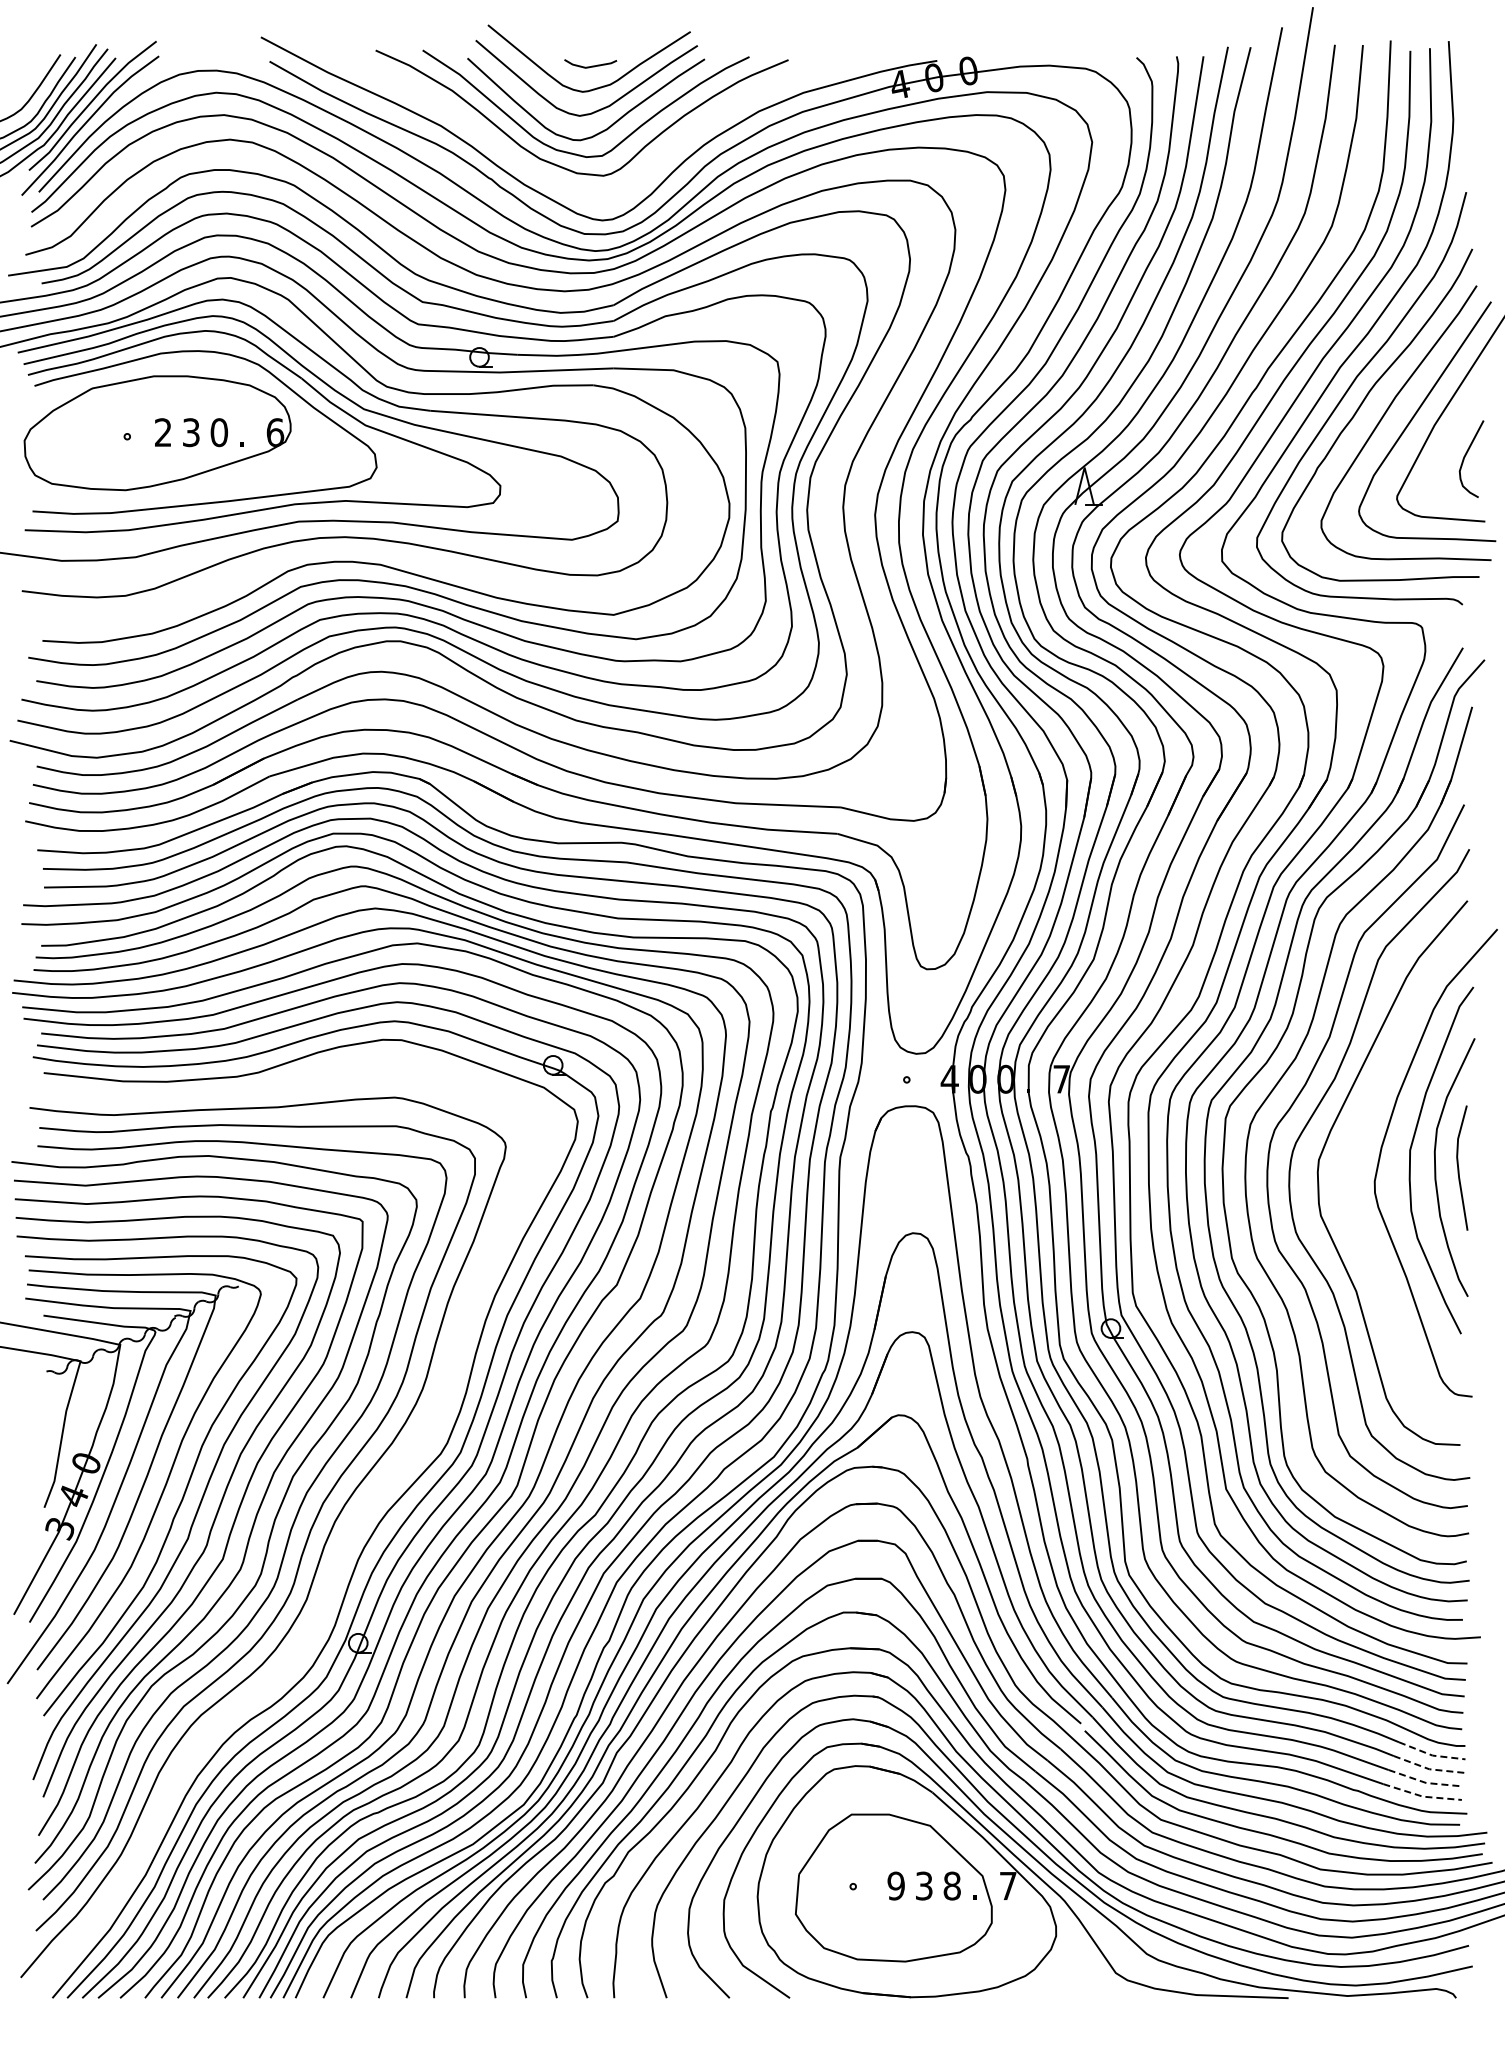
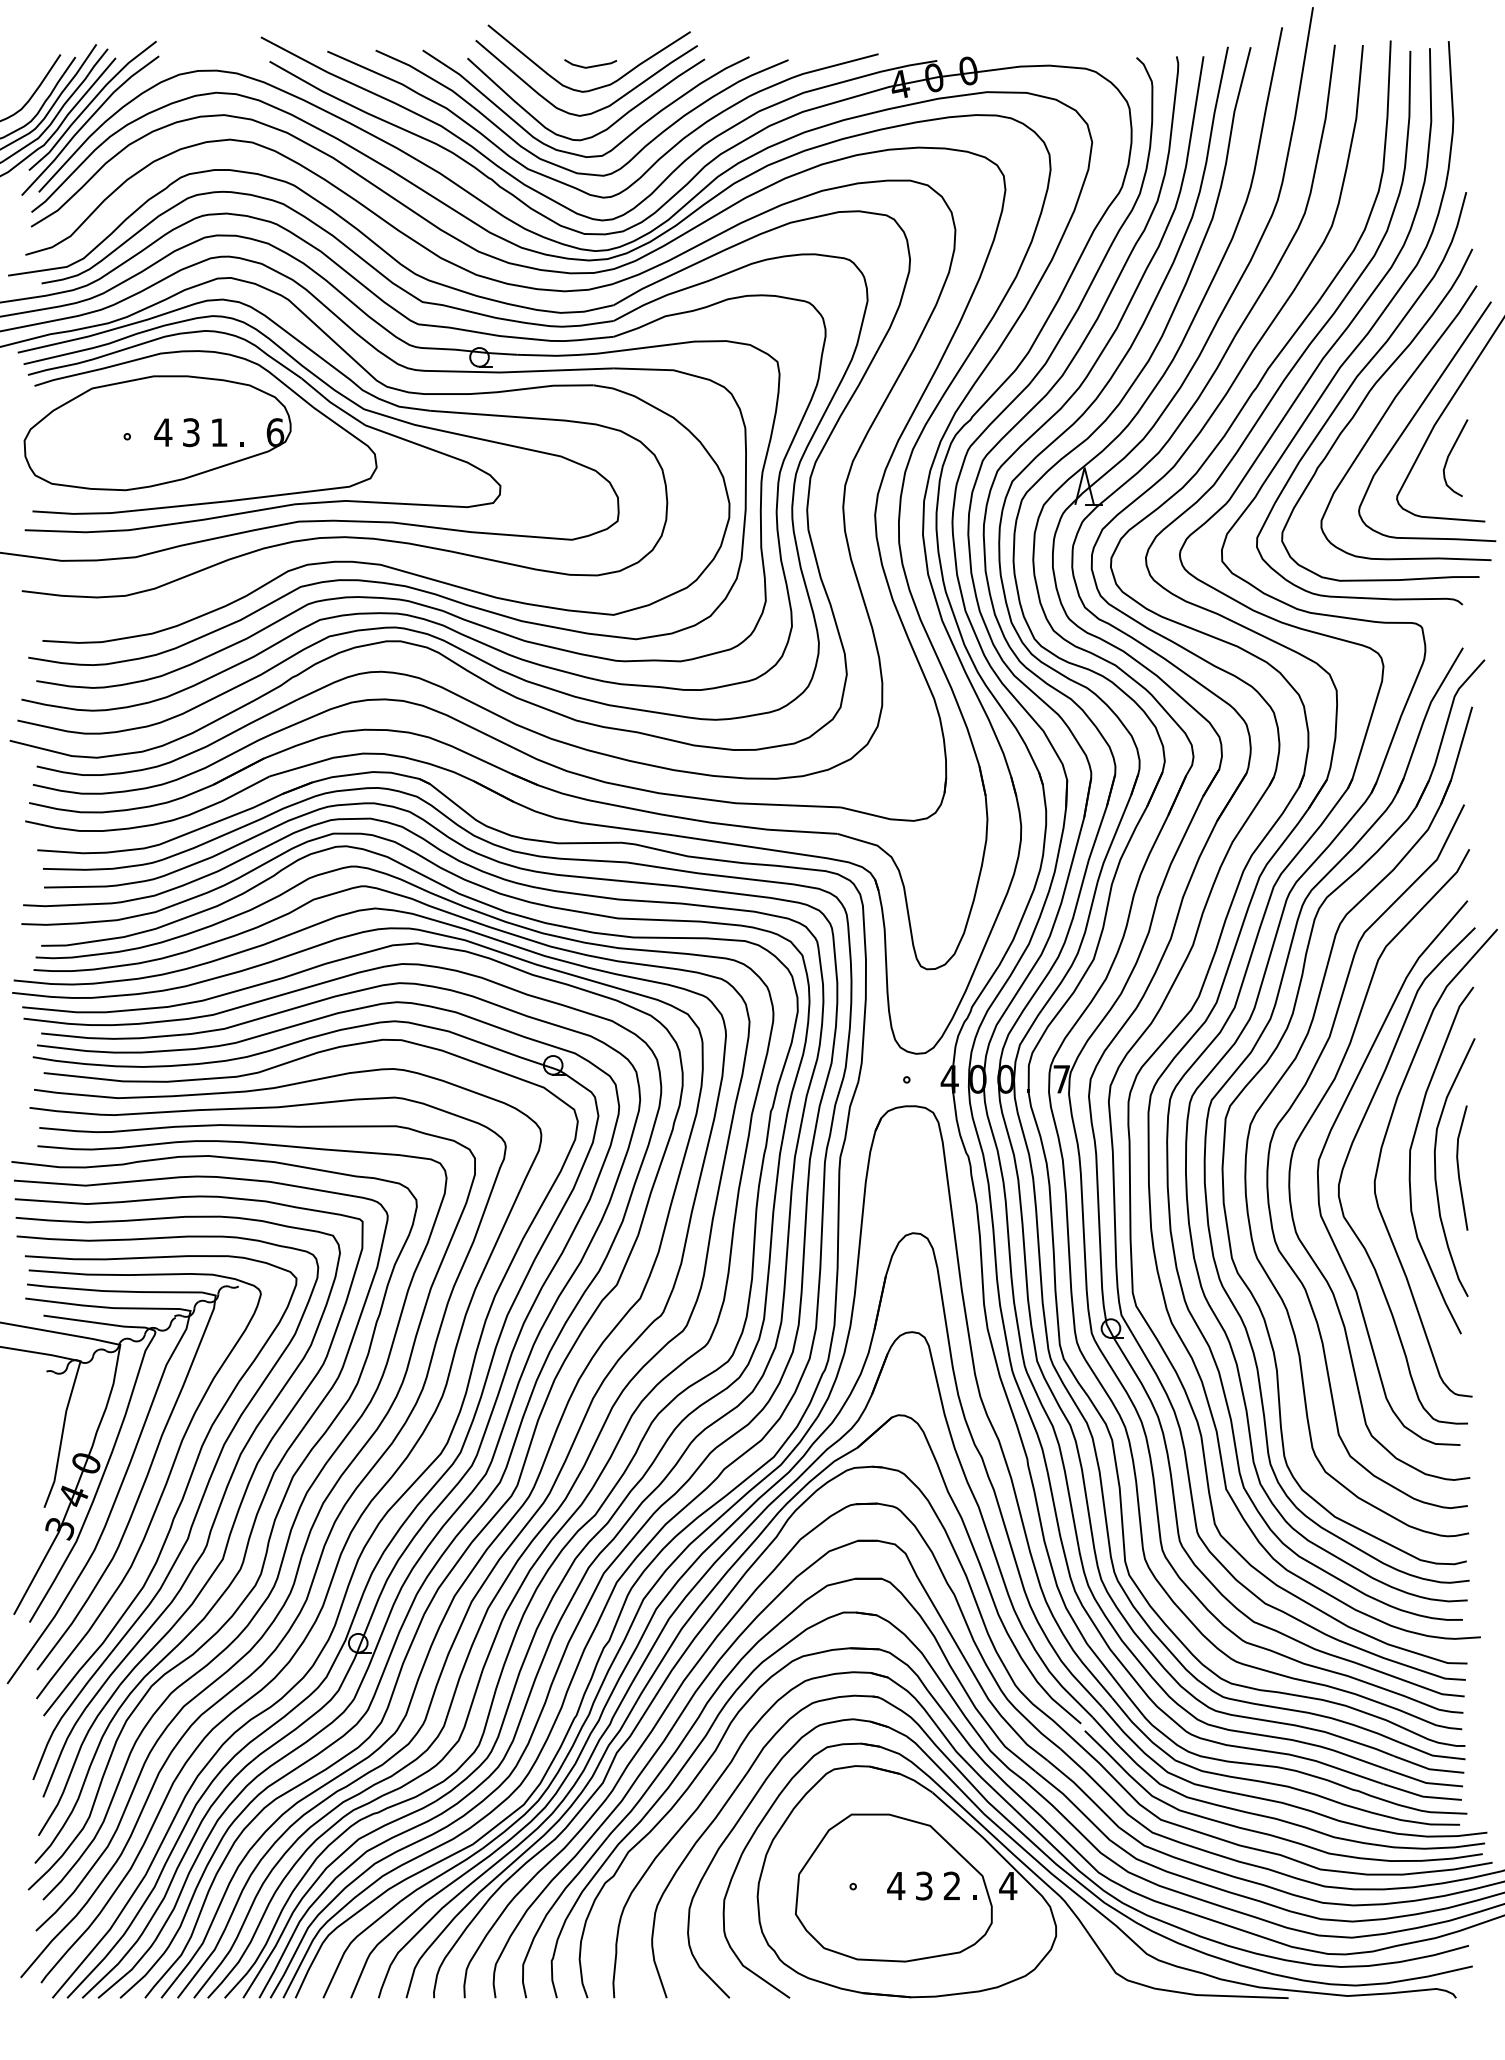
curve at (647, 169): none -> present
text at (163, 432): 2 -> 4
text at (219, 432): 0 -> 1
curve at (1466, 455) position: (1466, 455) -> (1450, 454)
curve at (1349, 1154): none -> present
curve at (340, 1552): none -> present
line at (1431, 1755): dashed -> solid
line at (1429, 1769): dashed -> solid
line at (1426, 1783): dashed -> solid
line at (1423, 1796): dashed -> solid
text at (896, 1885): 9 -> 4
text at (951, 1885): 8 -> 2
text at (1008, 1885): 7 -> 4
